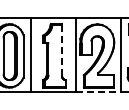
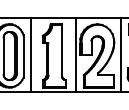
line at (61, 50): dashed -> solid
line at (98, 92): dashed -> solid
